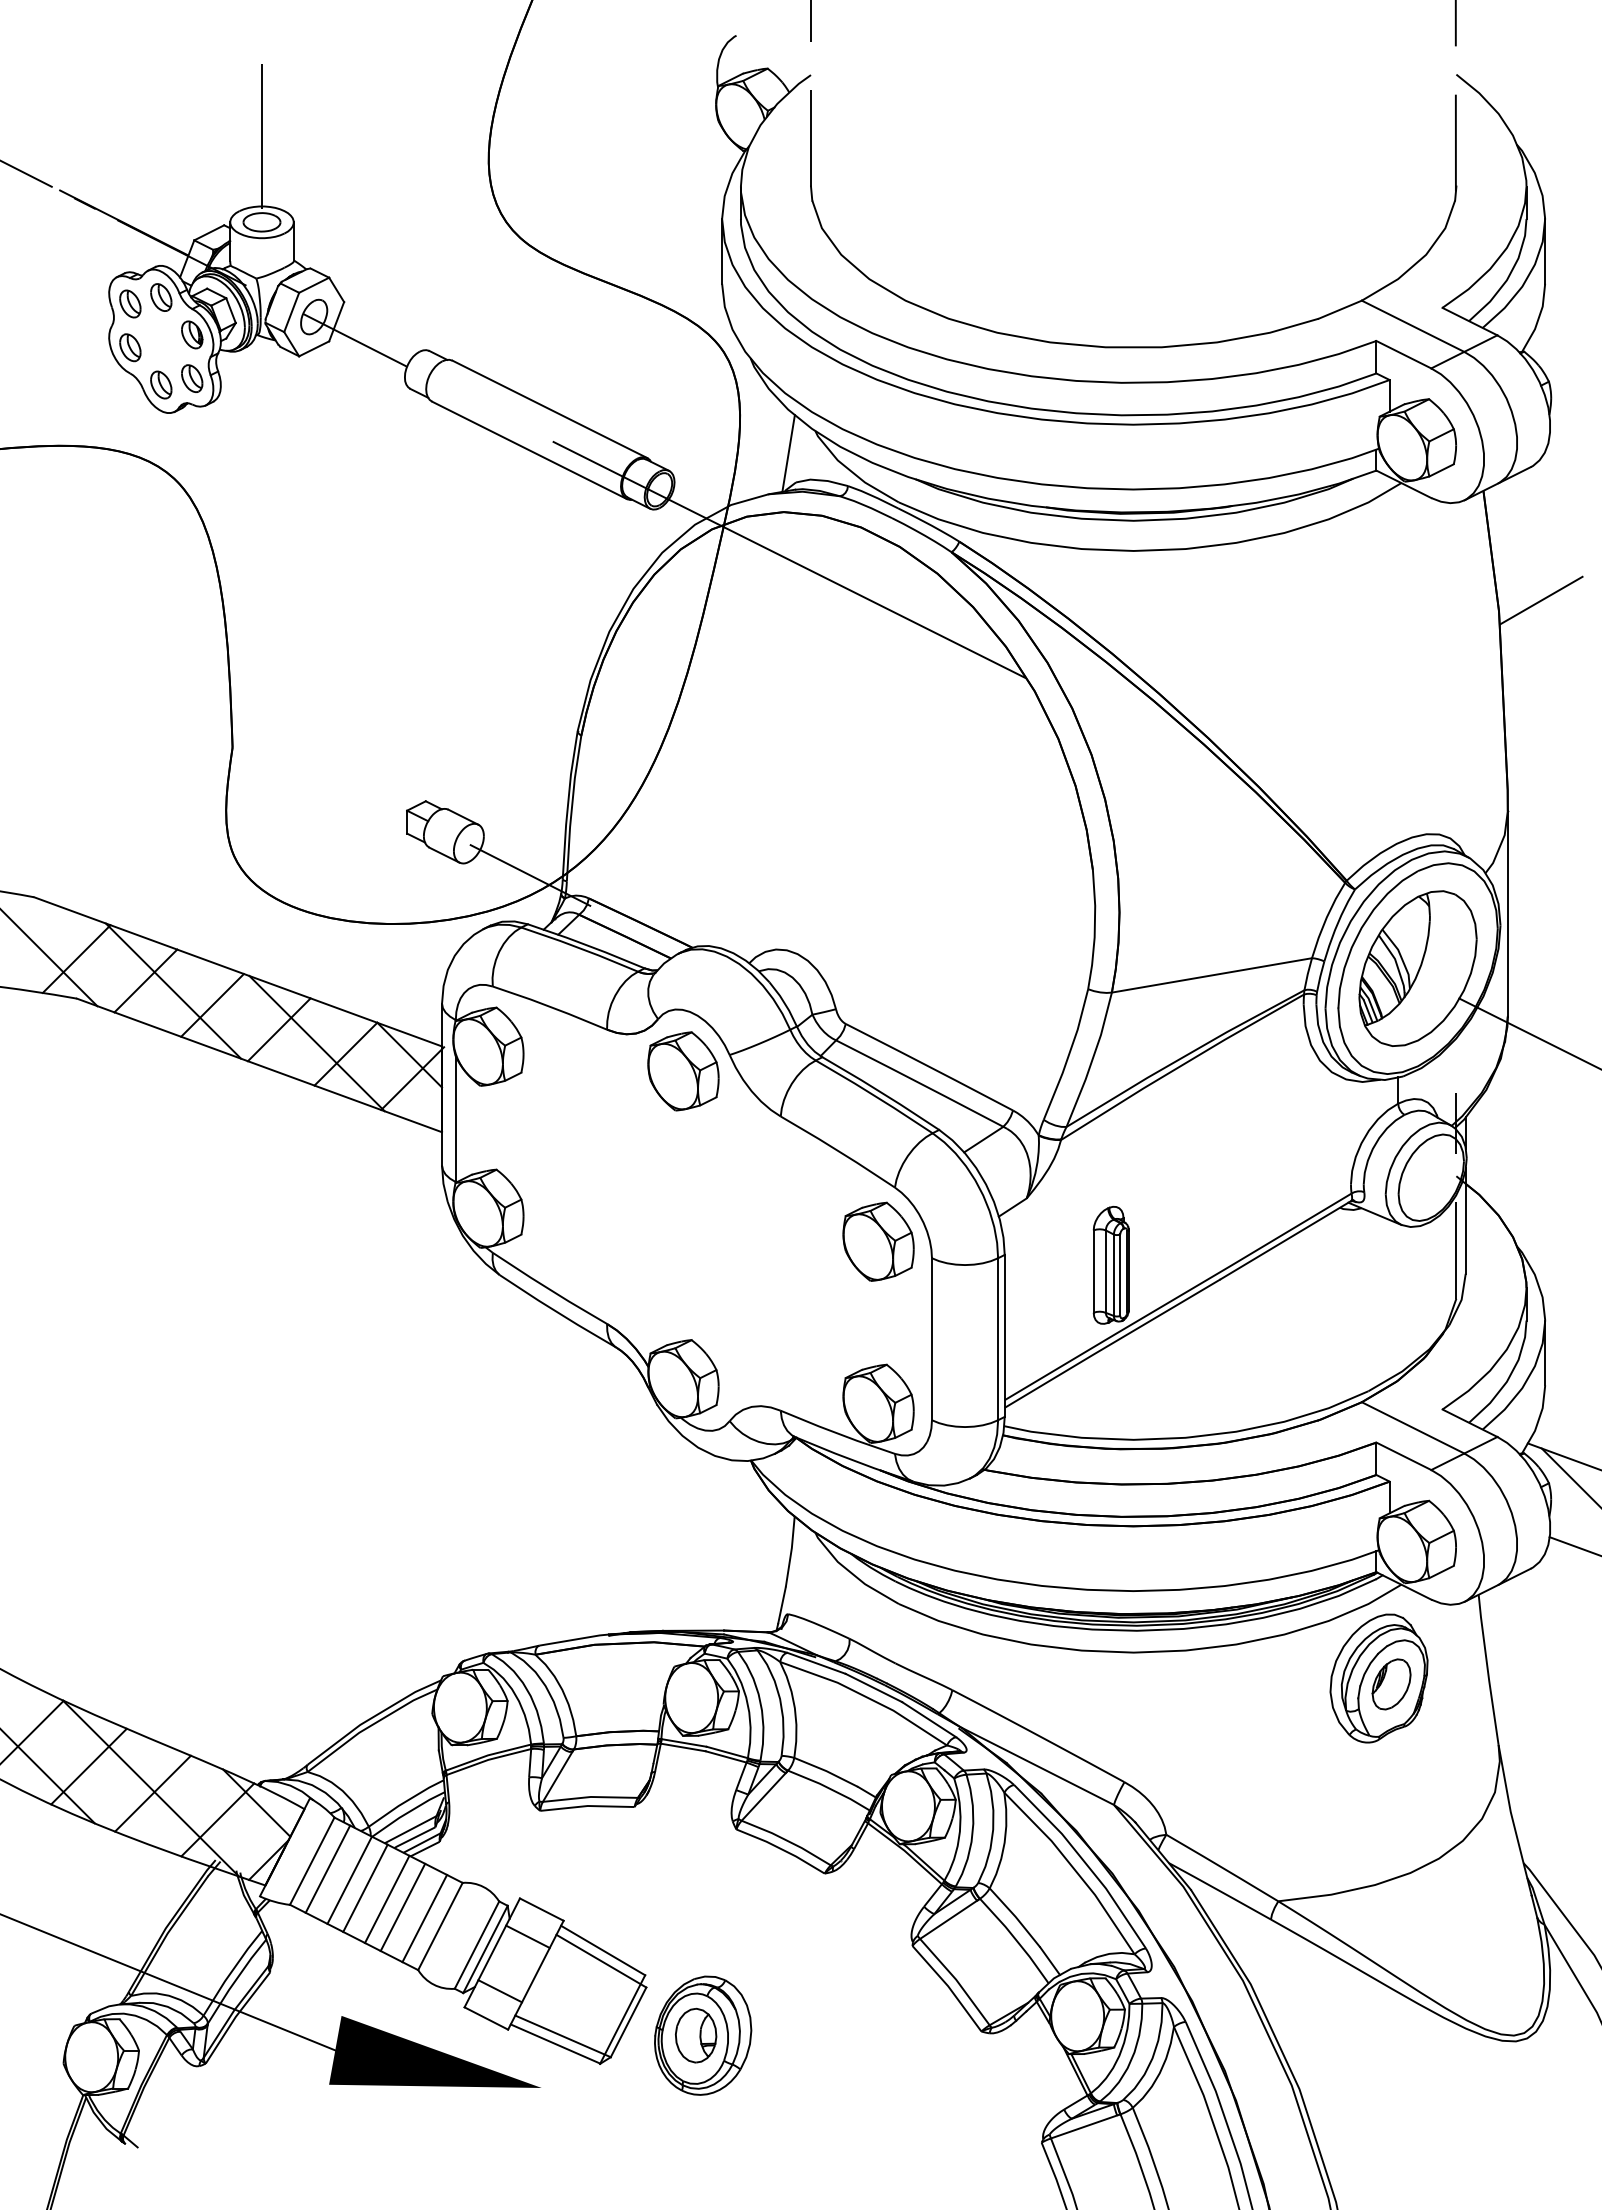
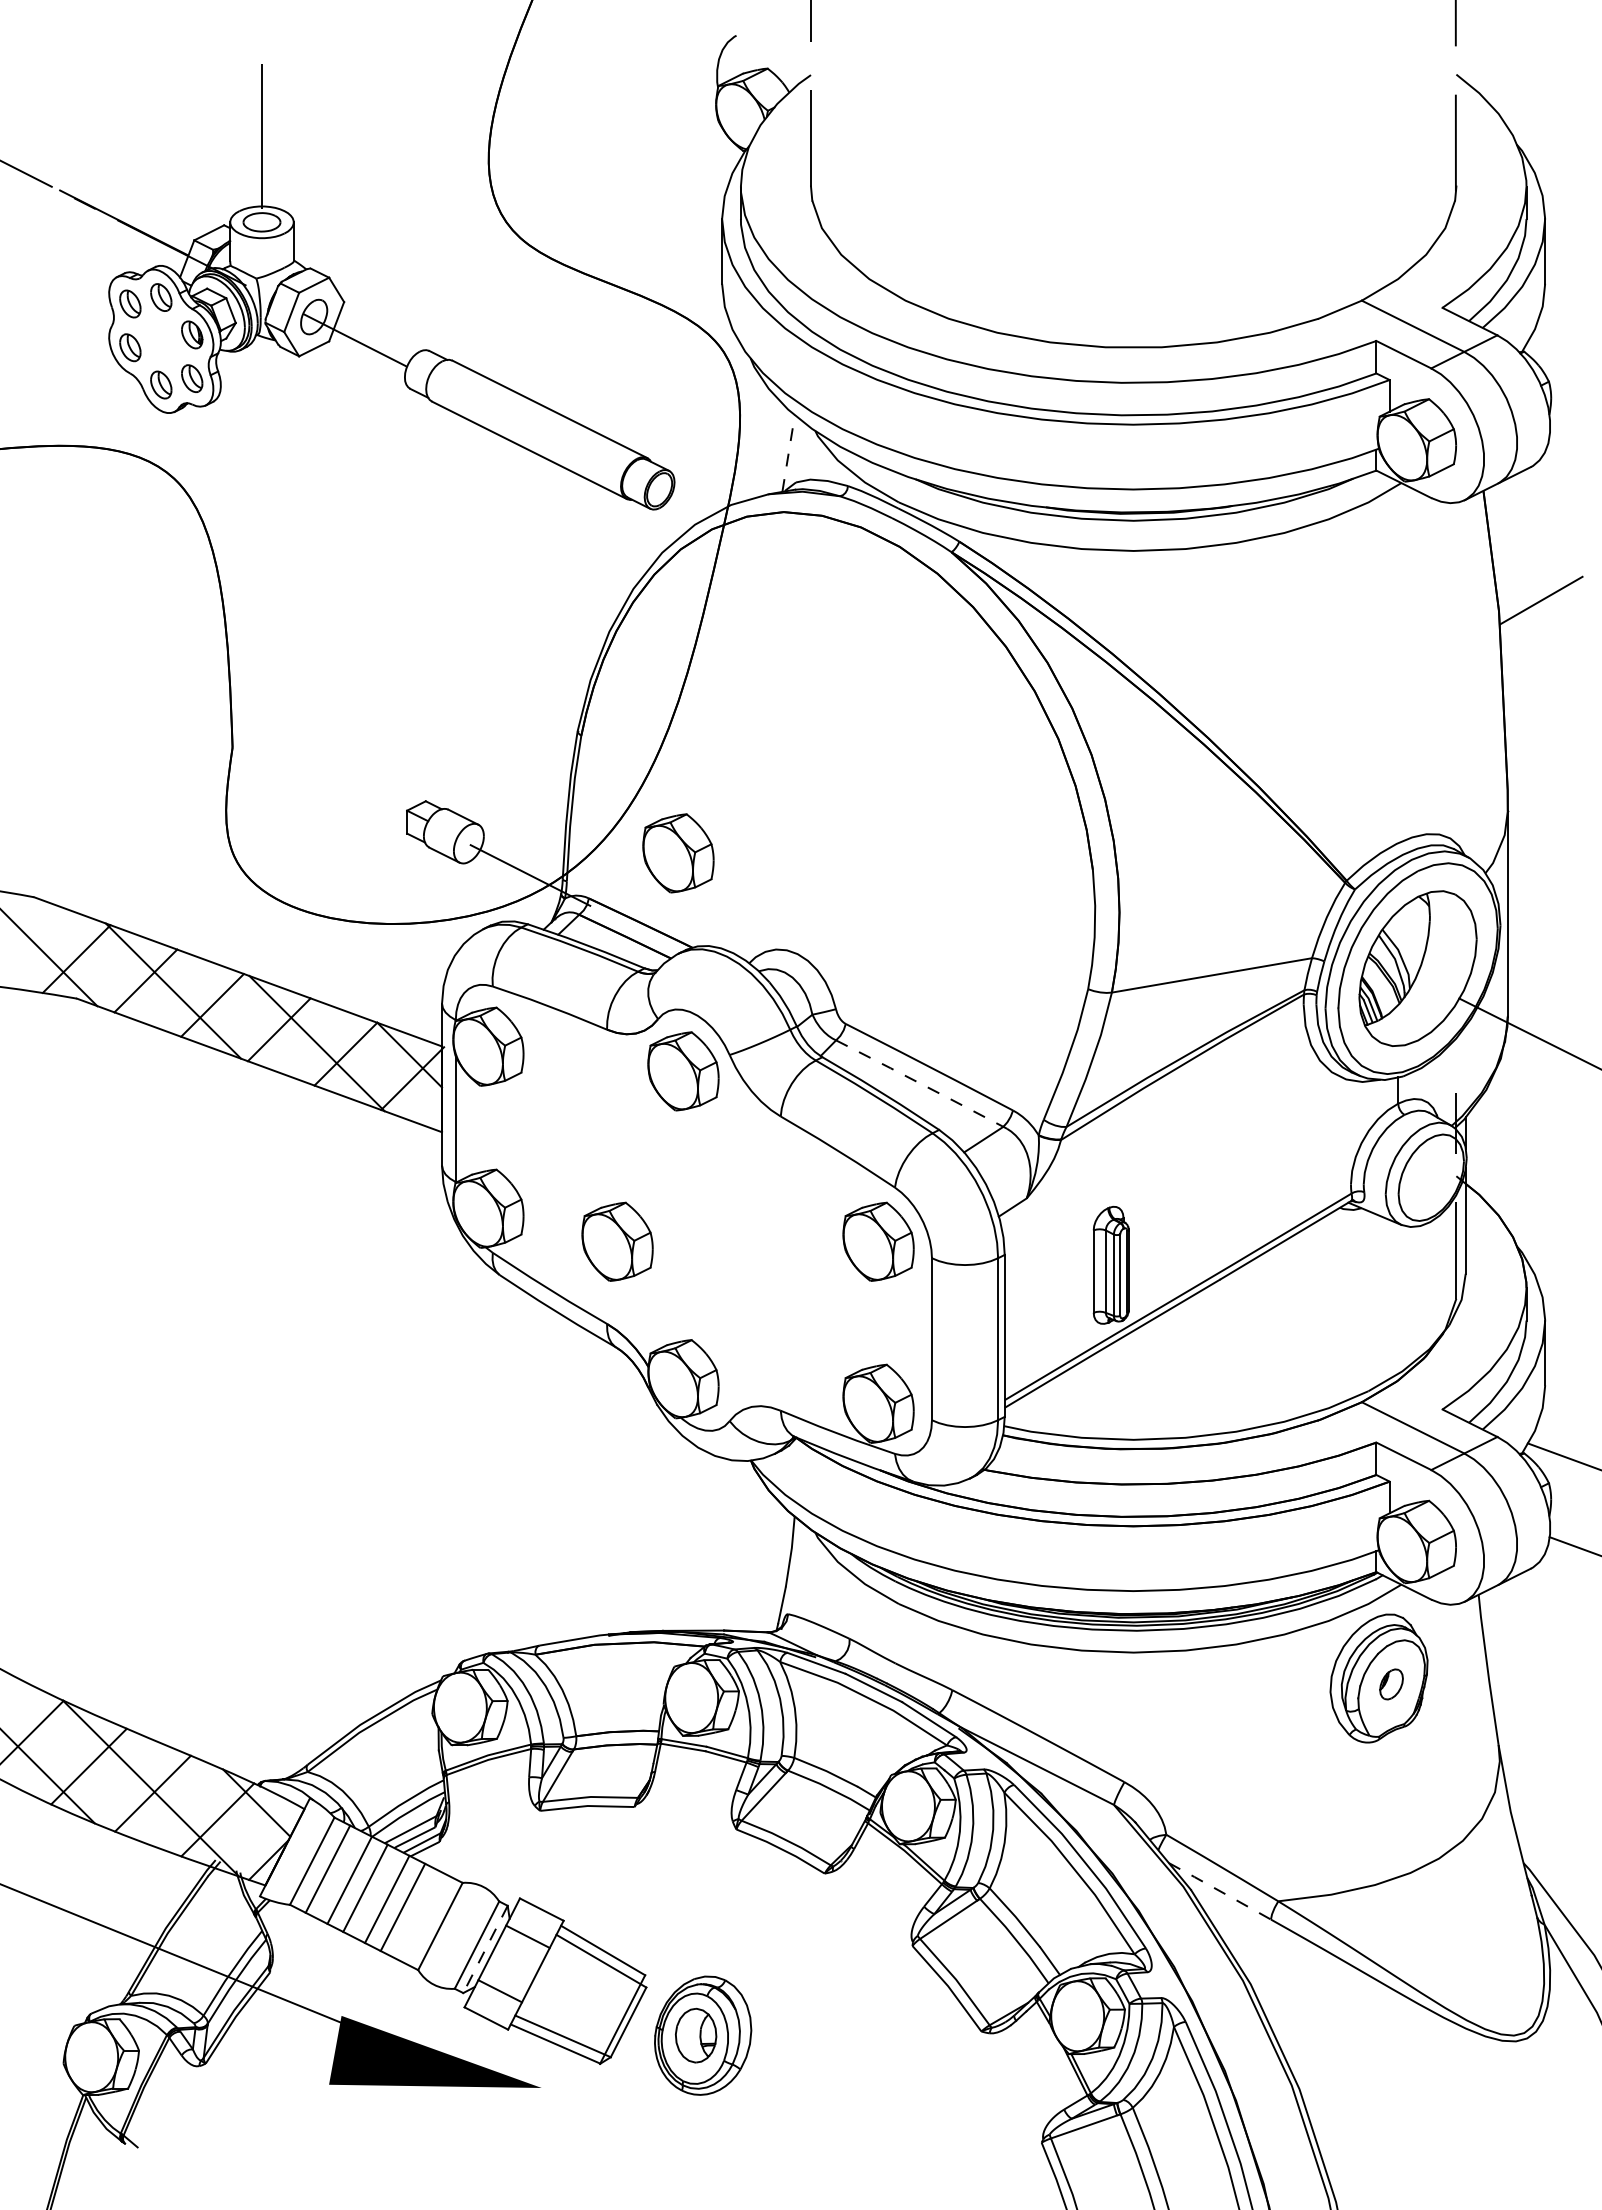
line at (788, 453): solid -> dashed
line at (789, 559): present -> none
part at (678, 853): none -> present
line at (921, 1084): solid -> dashed
part at (617, 1241): none -> present
line at (1569, 1476): present -> none
part at (1391, 1684) size: 41x53 px -> 25x33 px
line at (1219, 1891): solid -> dashed
line at (424, 1918): present -> none
line at (485, 1949): solid -> dashed
line at (168, 1982) position: (168, 1982) -> (173, 1954)
